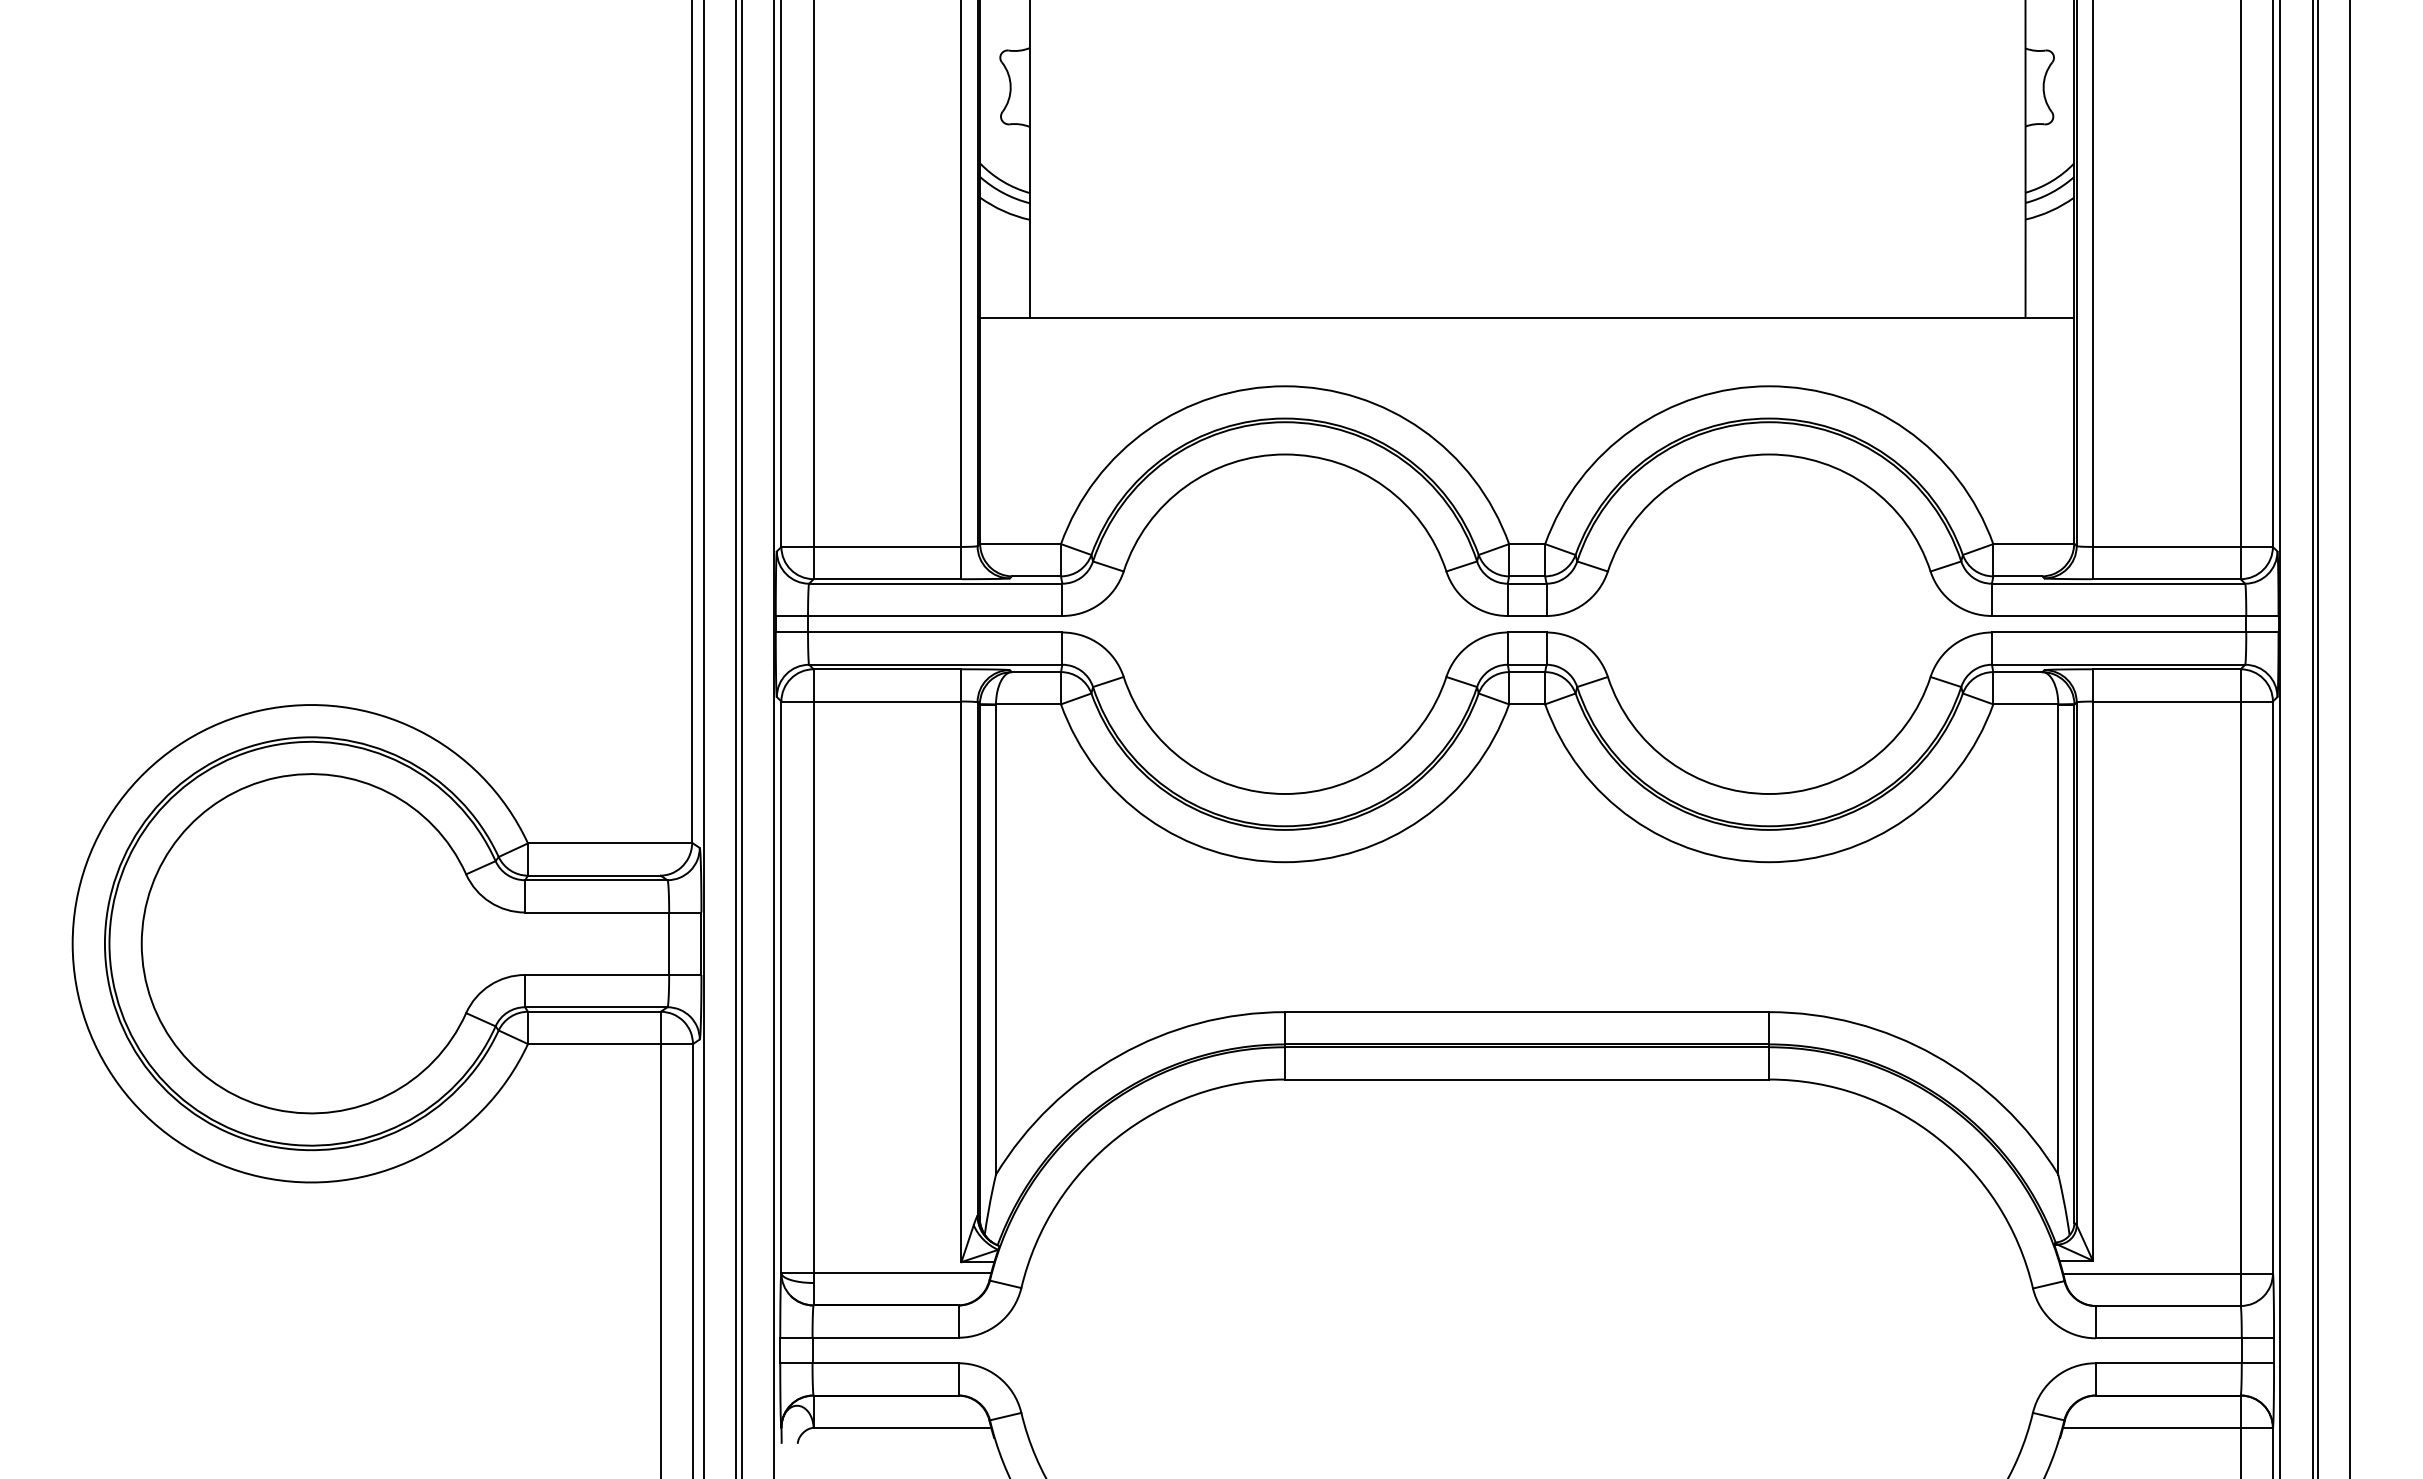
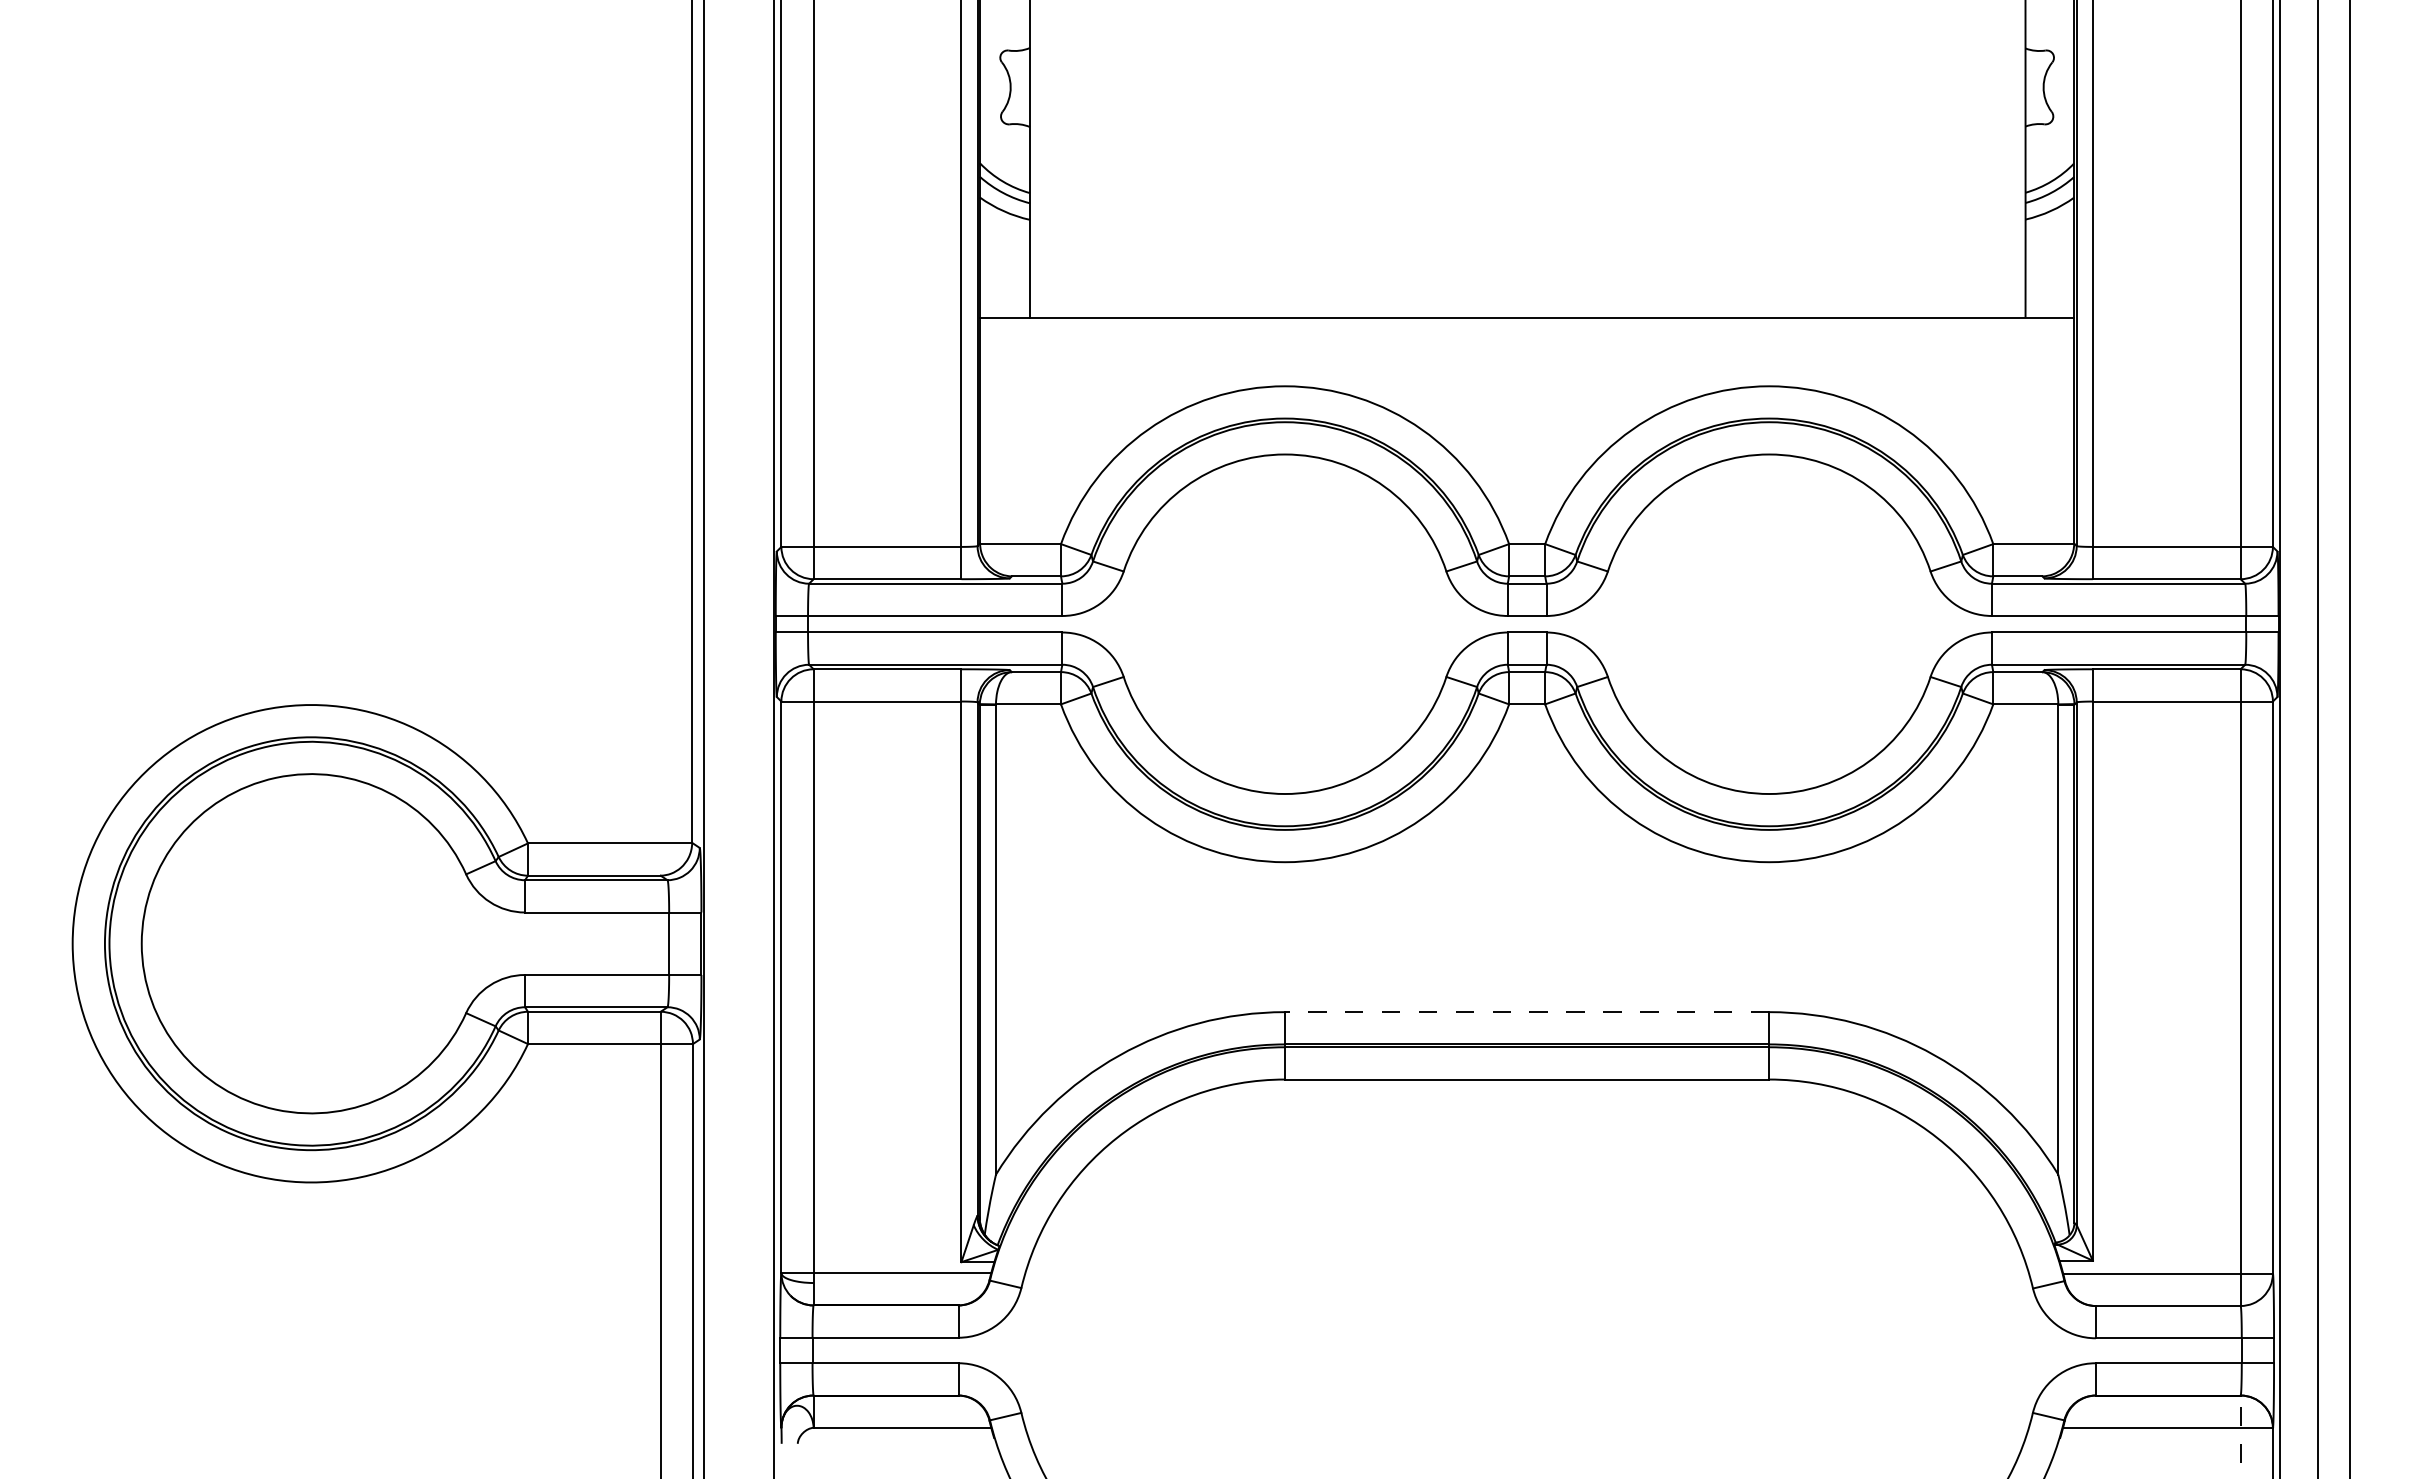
line at (736, 738): present -> none
line at (741, 738): present -> none
line at (2312, 738): present -> none
line at (1526, 1012): solid -> dashed
line at (2240, 1436): solid -> dashed
